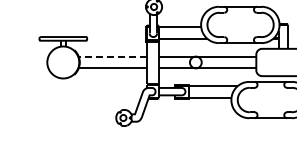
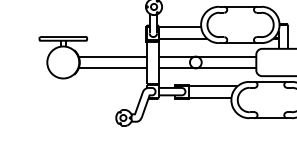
line at (112, 56): dashed -> solid
